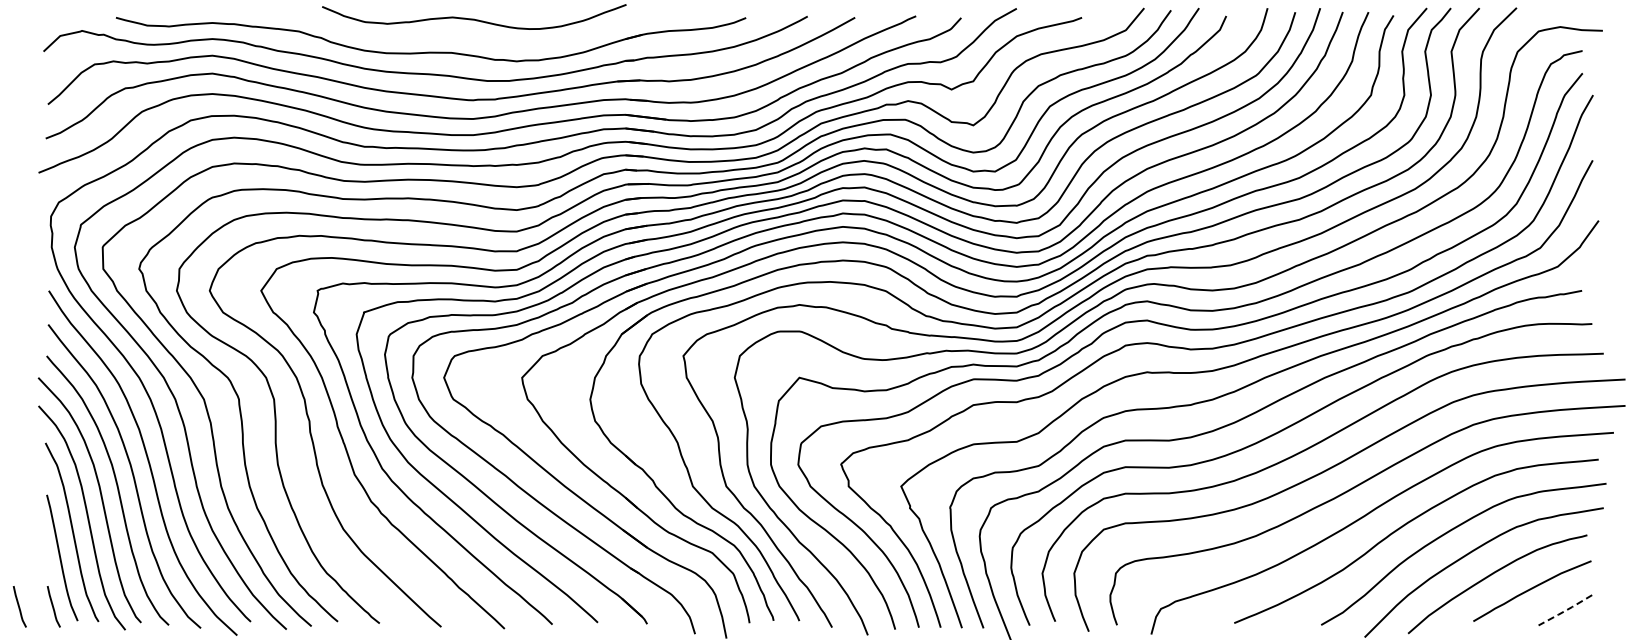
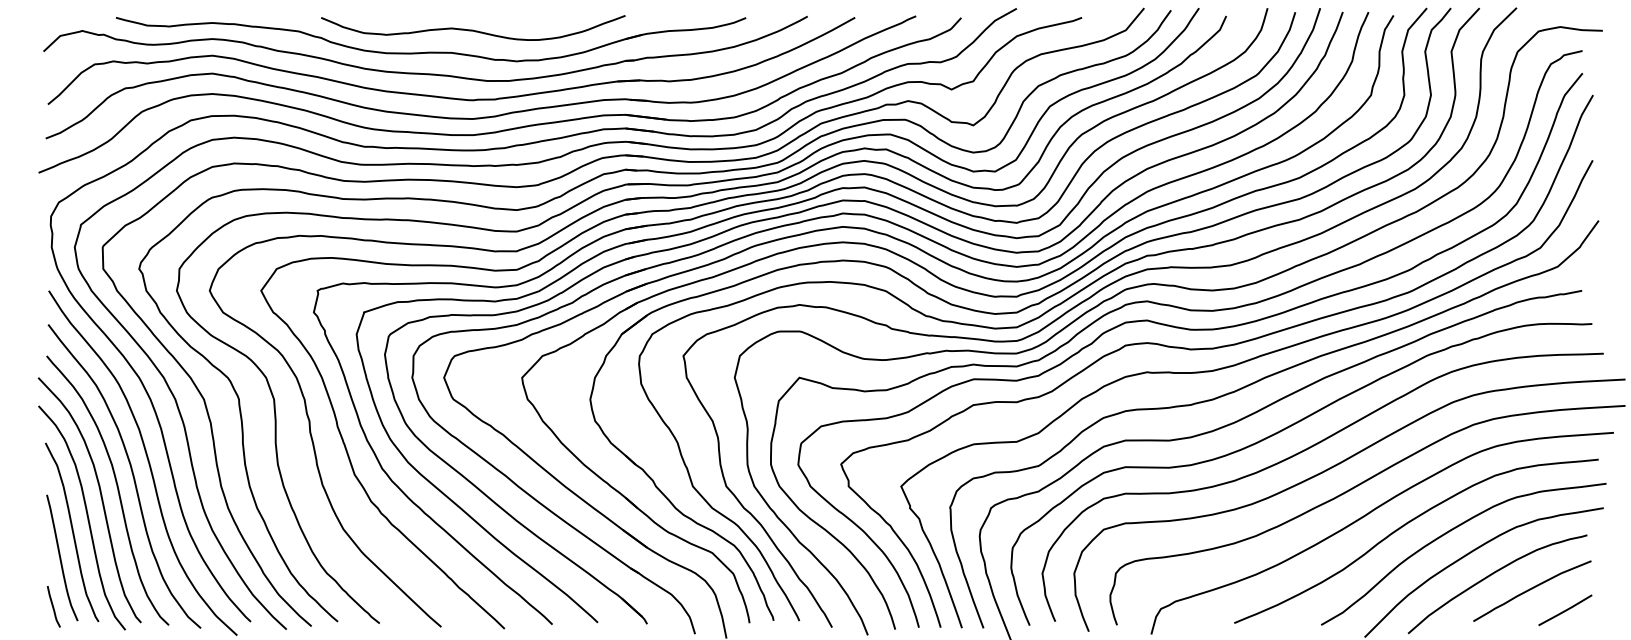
curve at (474, 18) position: (474, 18) -> (473, 29)
curve at (19, 606): present -> none
line at (1565, 610): dashed -> solid
